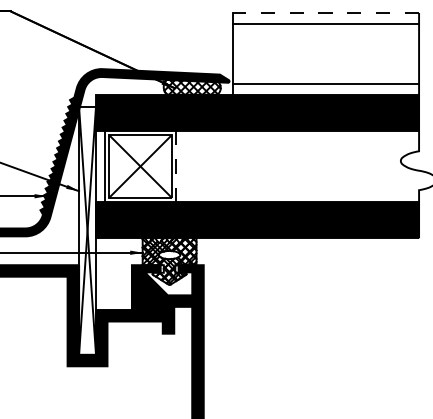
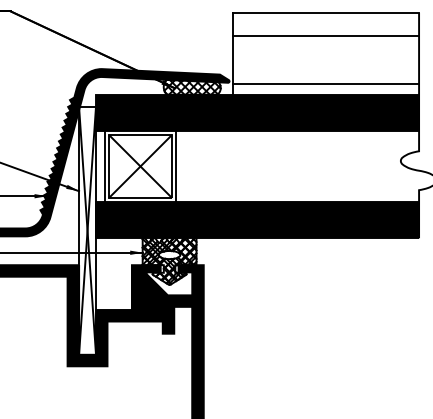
line at (325, 13): dashed -> solid
line at (326, 23) position: (326, 23) -> (326, 35)
line at (176, 166): dashed -> solid
